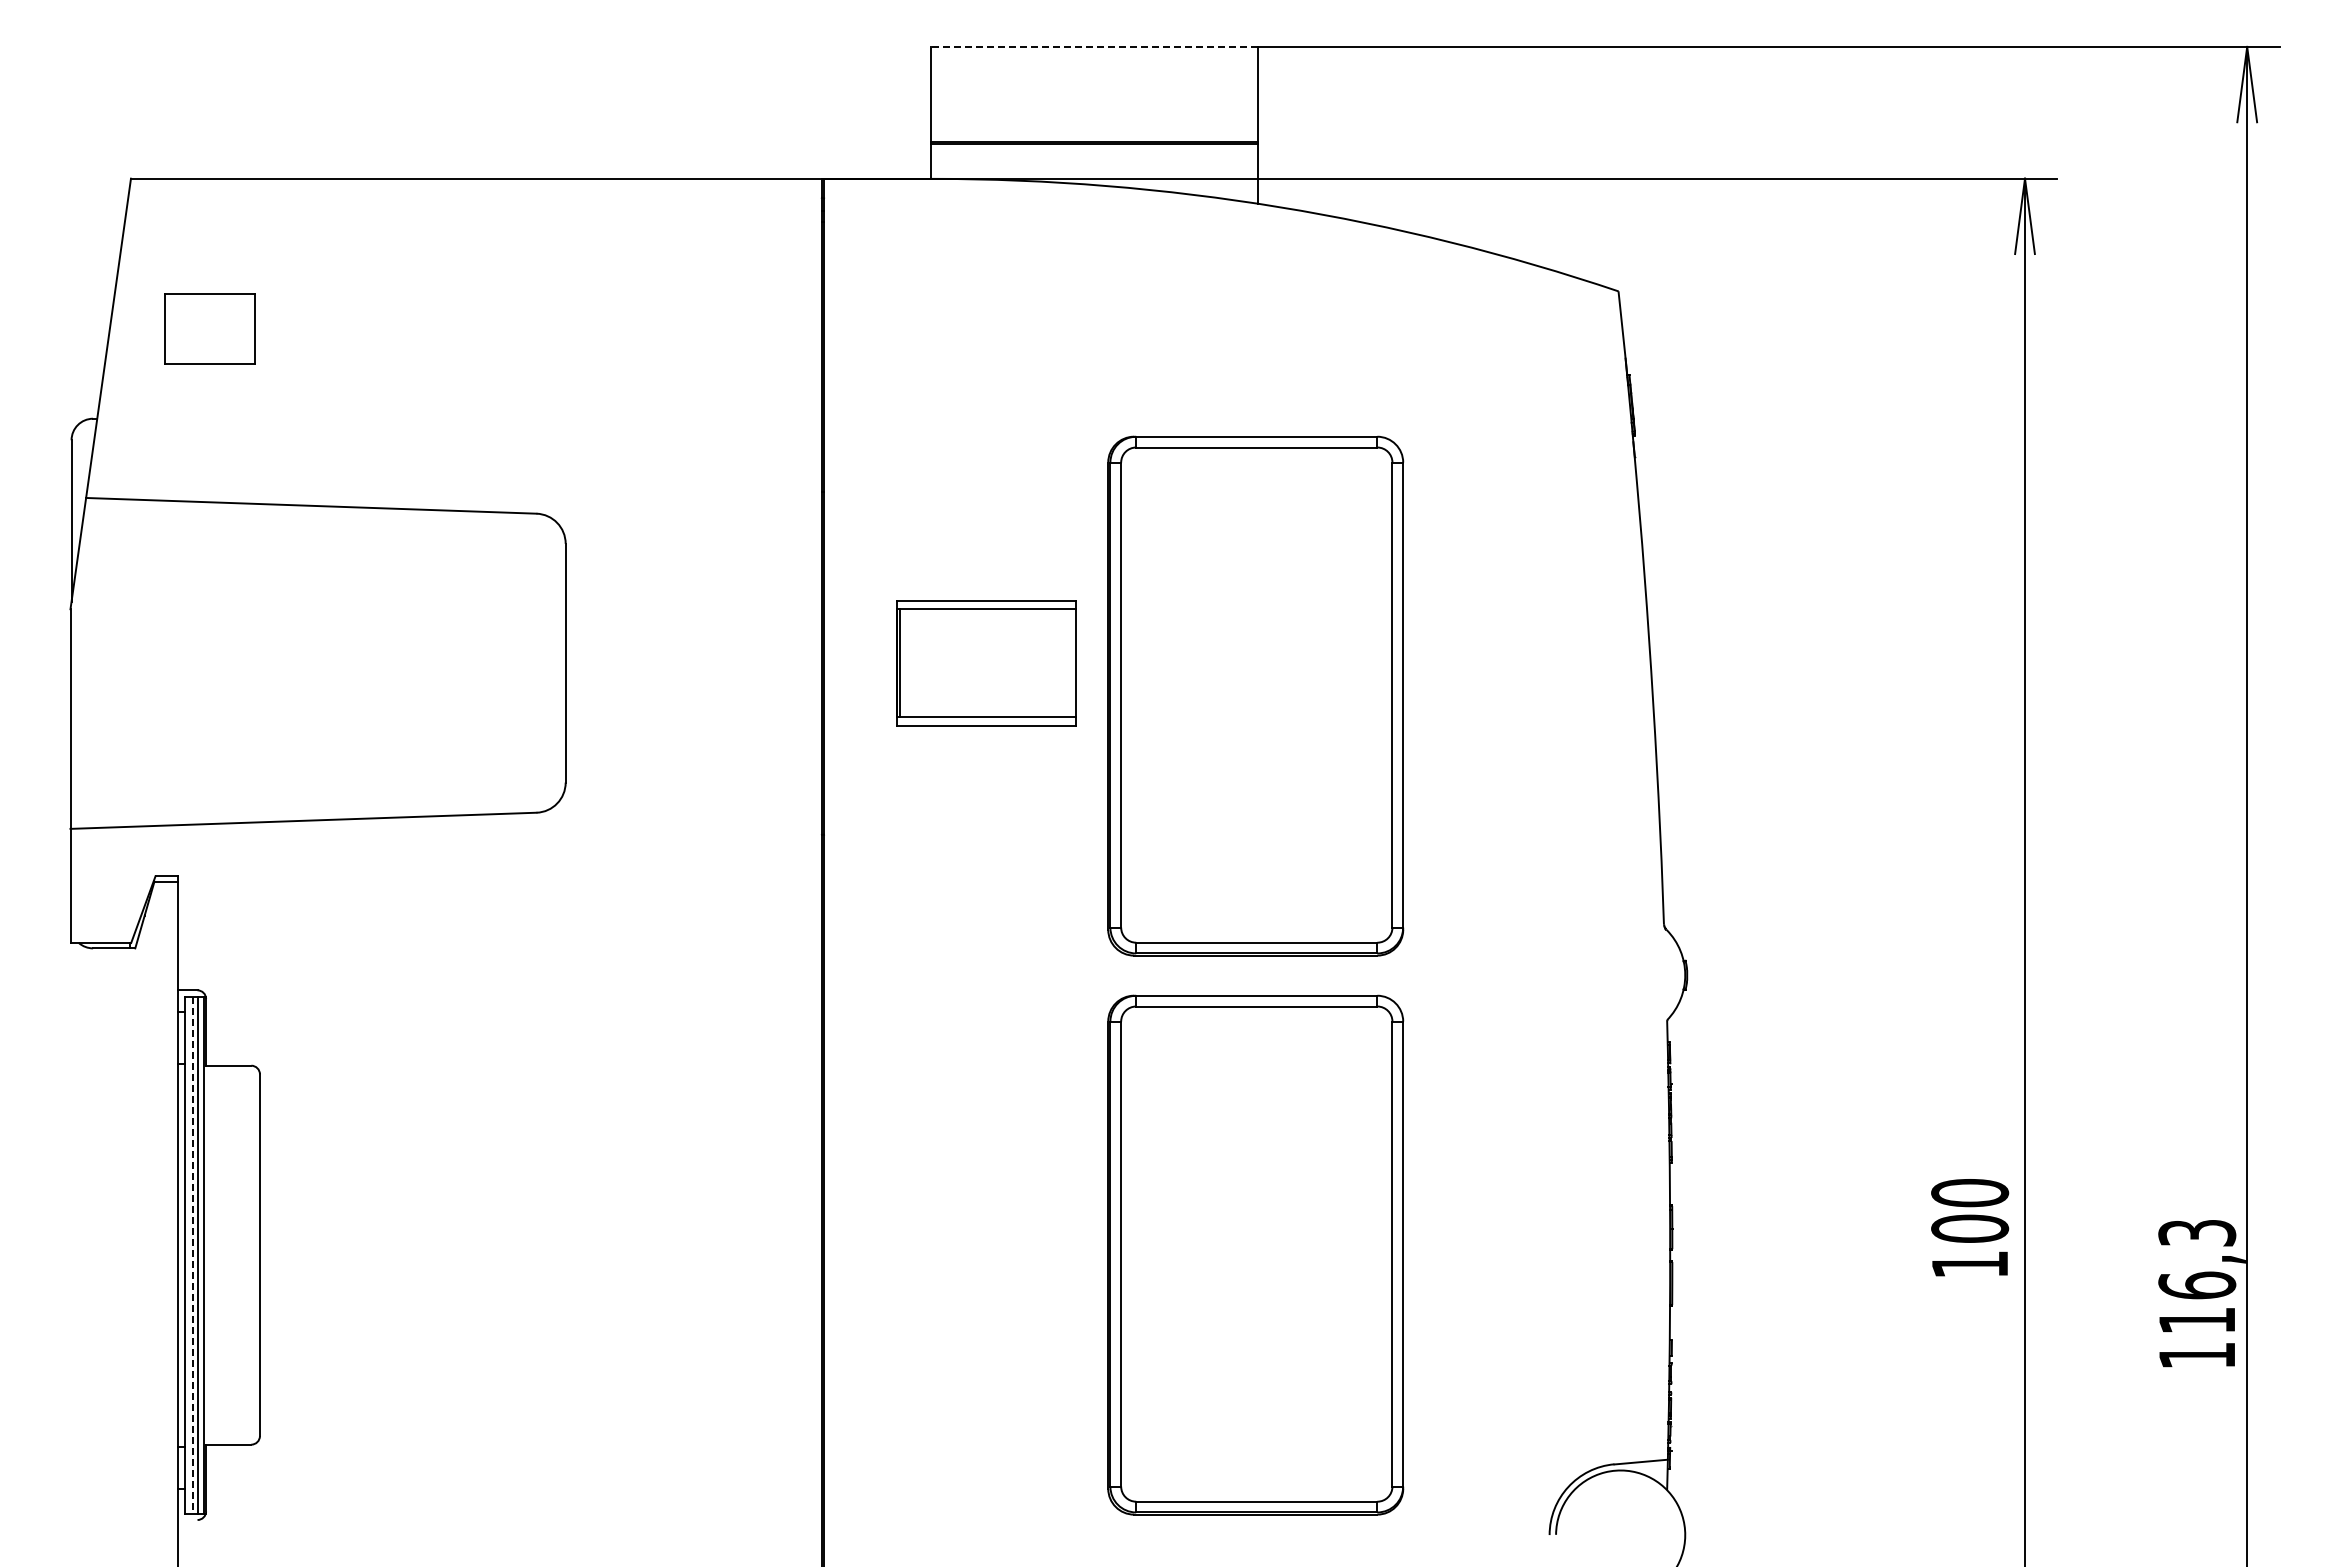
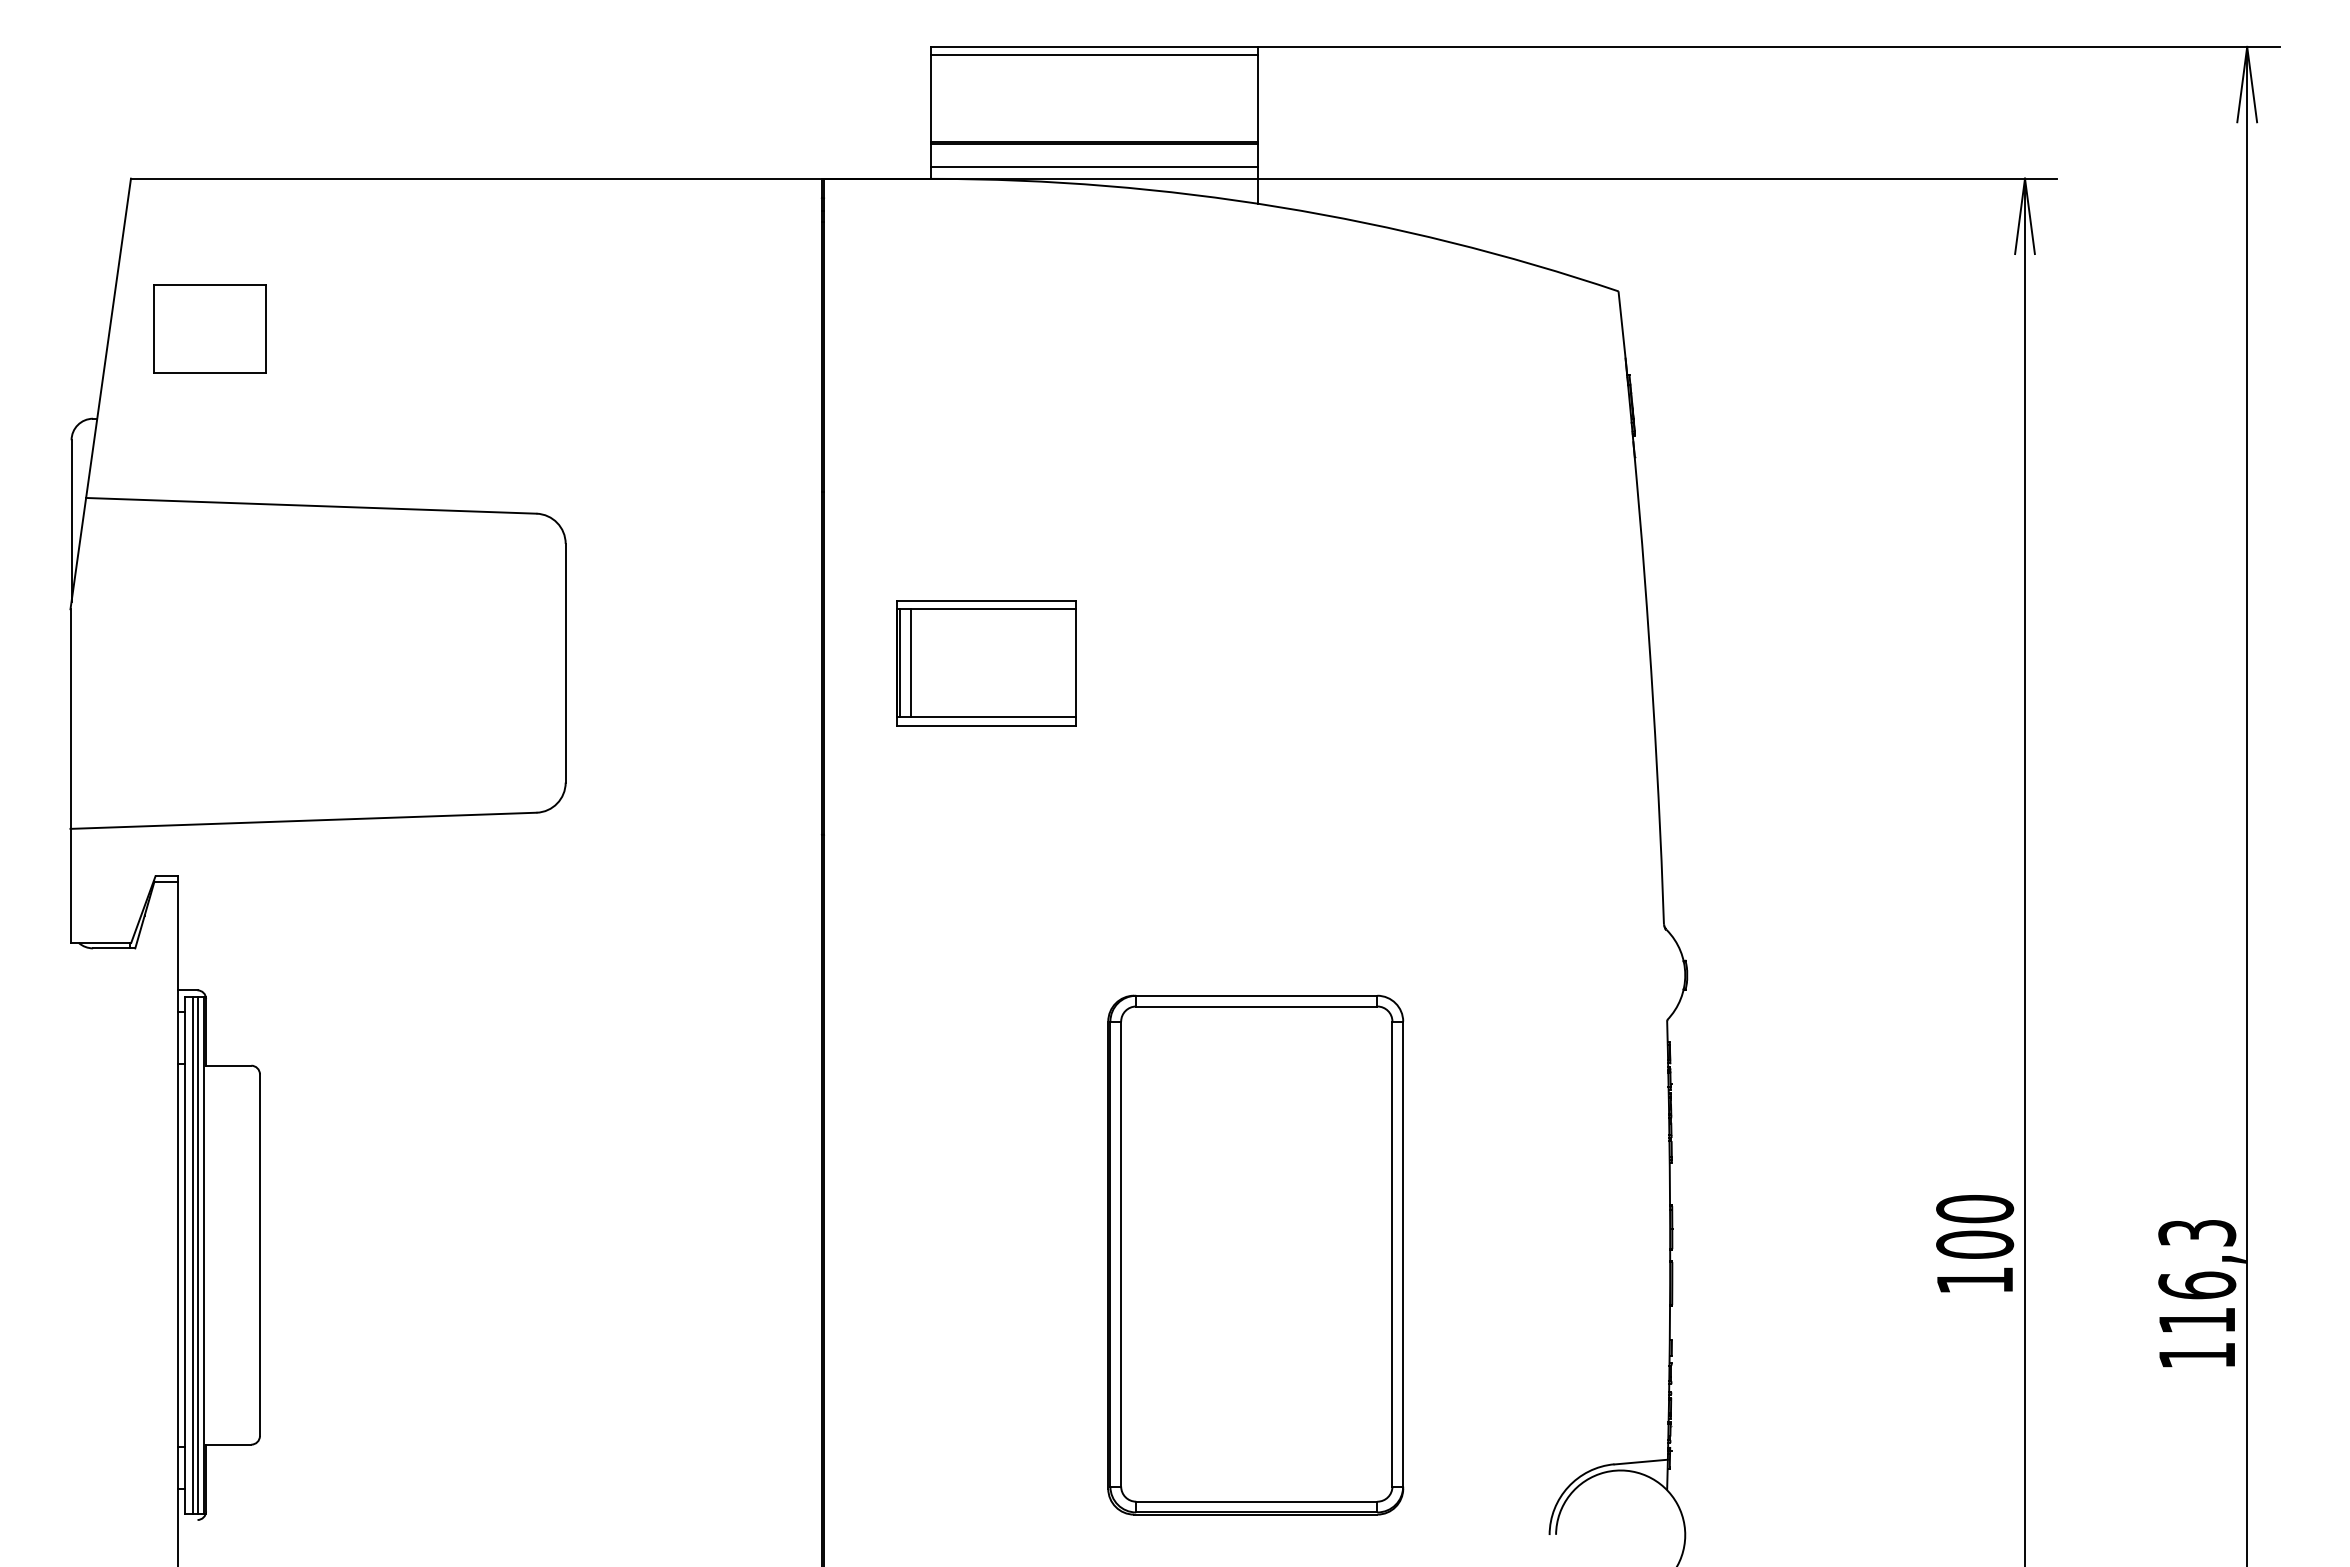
line at (1094, 46): dashed -> solid
line at (1094, 54): none -> present
line at (1094, 167): none -> present
part at (209, 328) size: 92x72 px -> 114x90 px
line at (911, 662): none -> present
part at (1255, 695): present -> none
text at (1970, 1227) position: (1970, 1227) -> (1975, 1243)
line at (193, 1255): dashed -> solid
